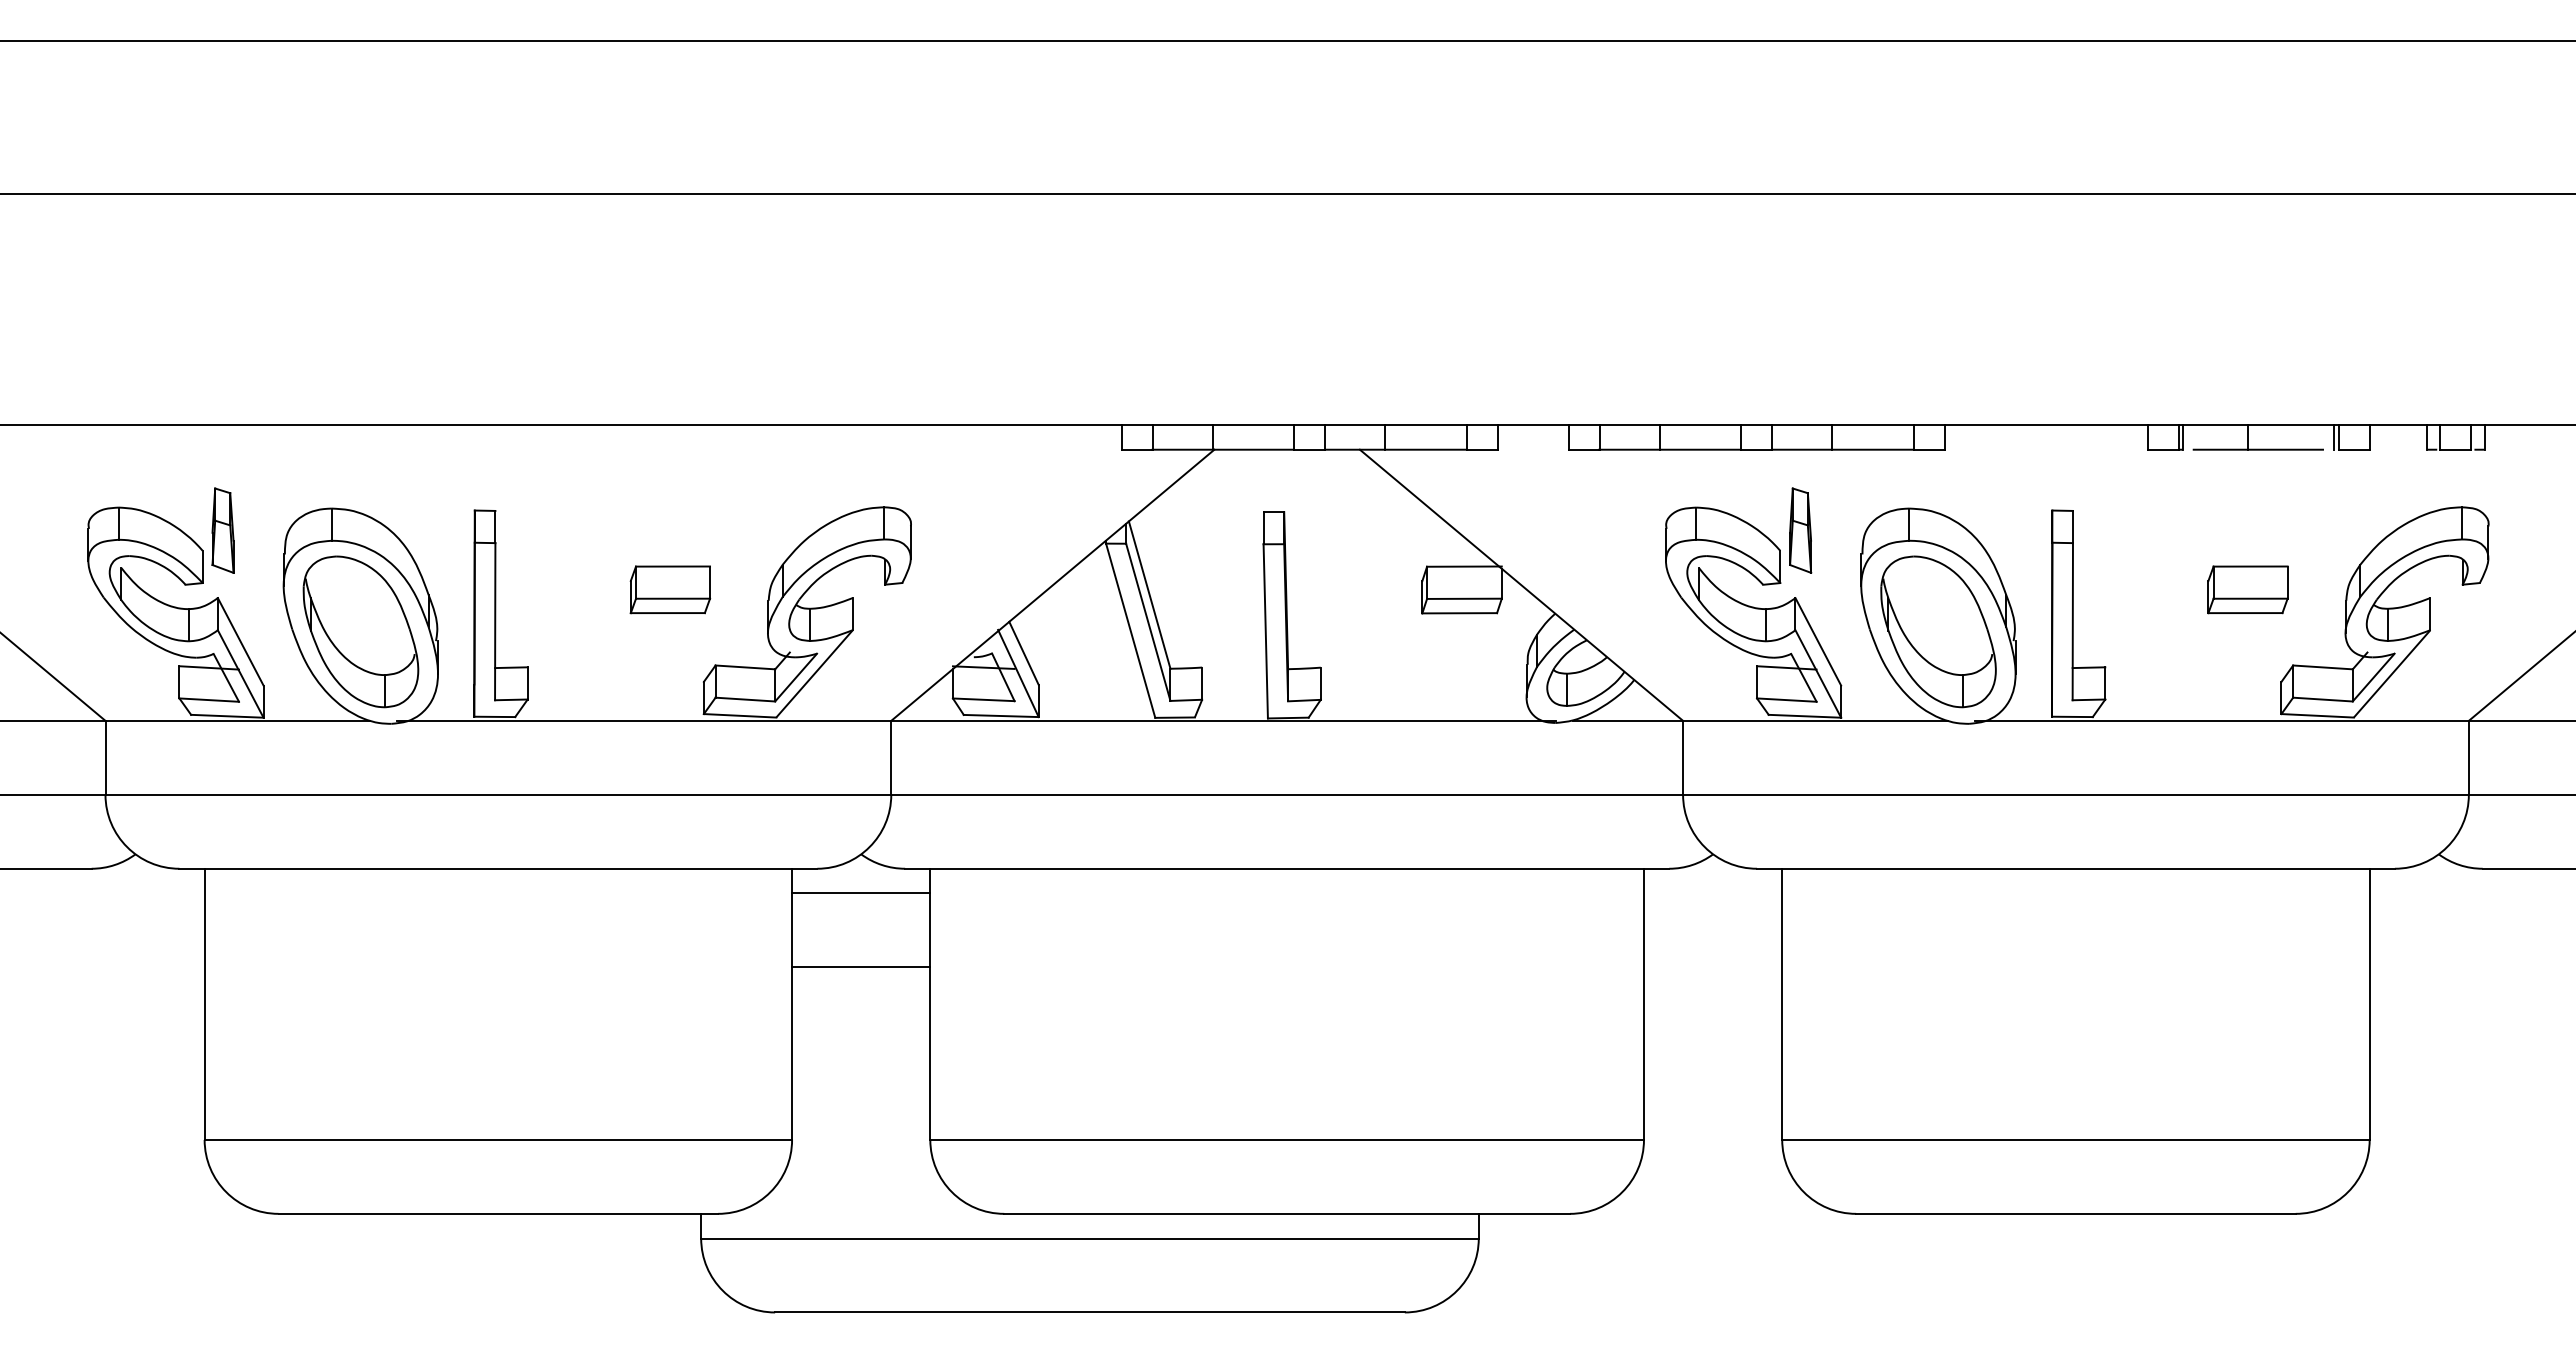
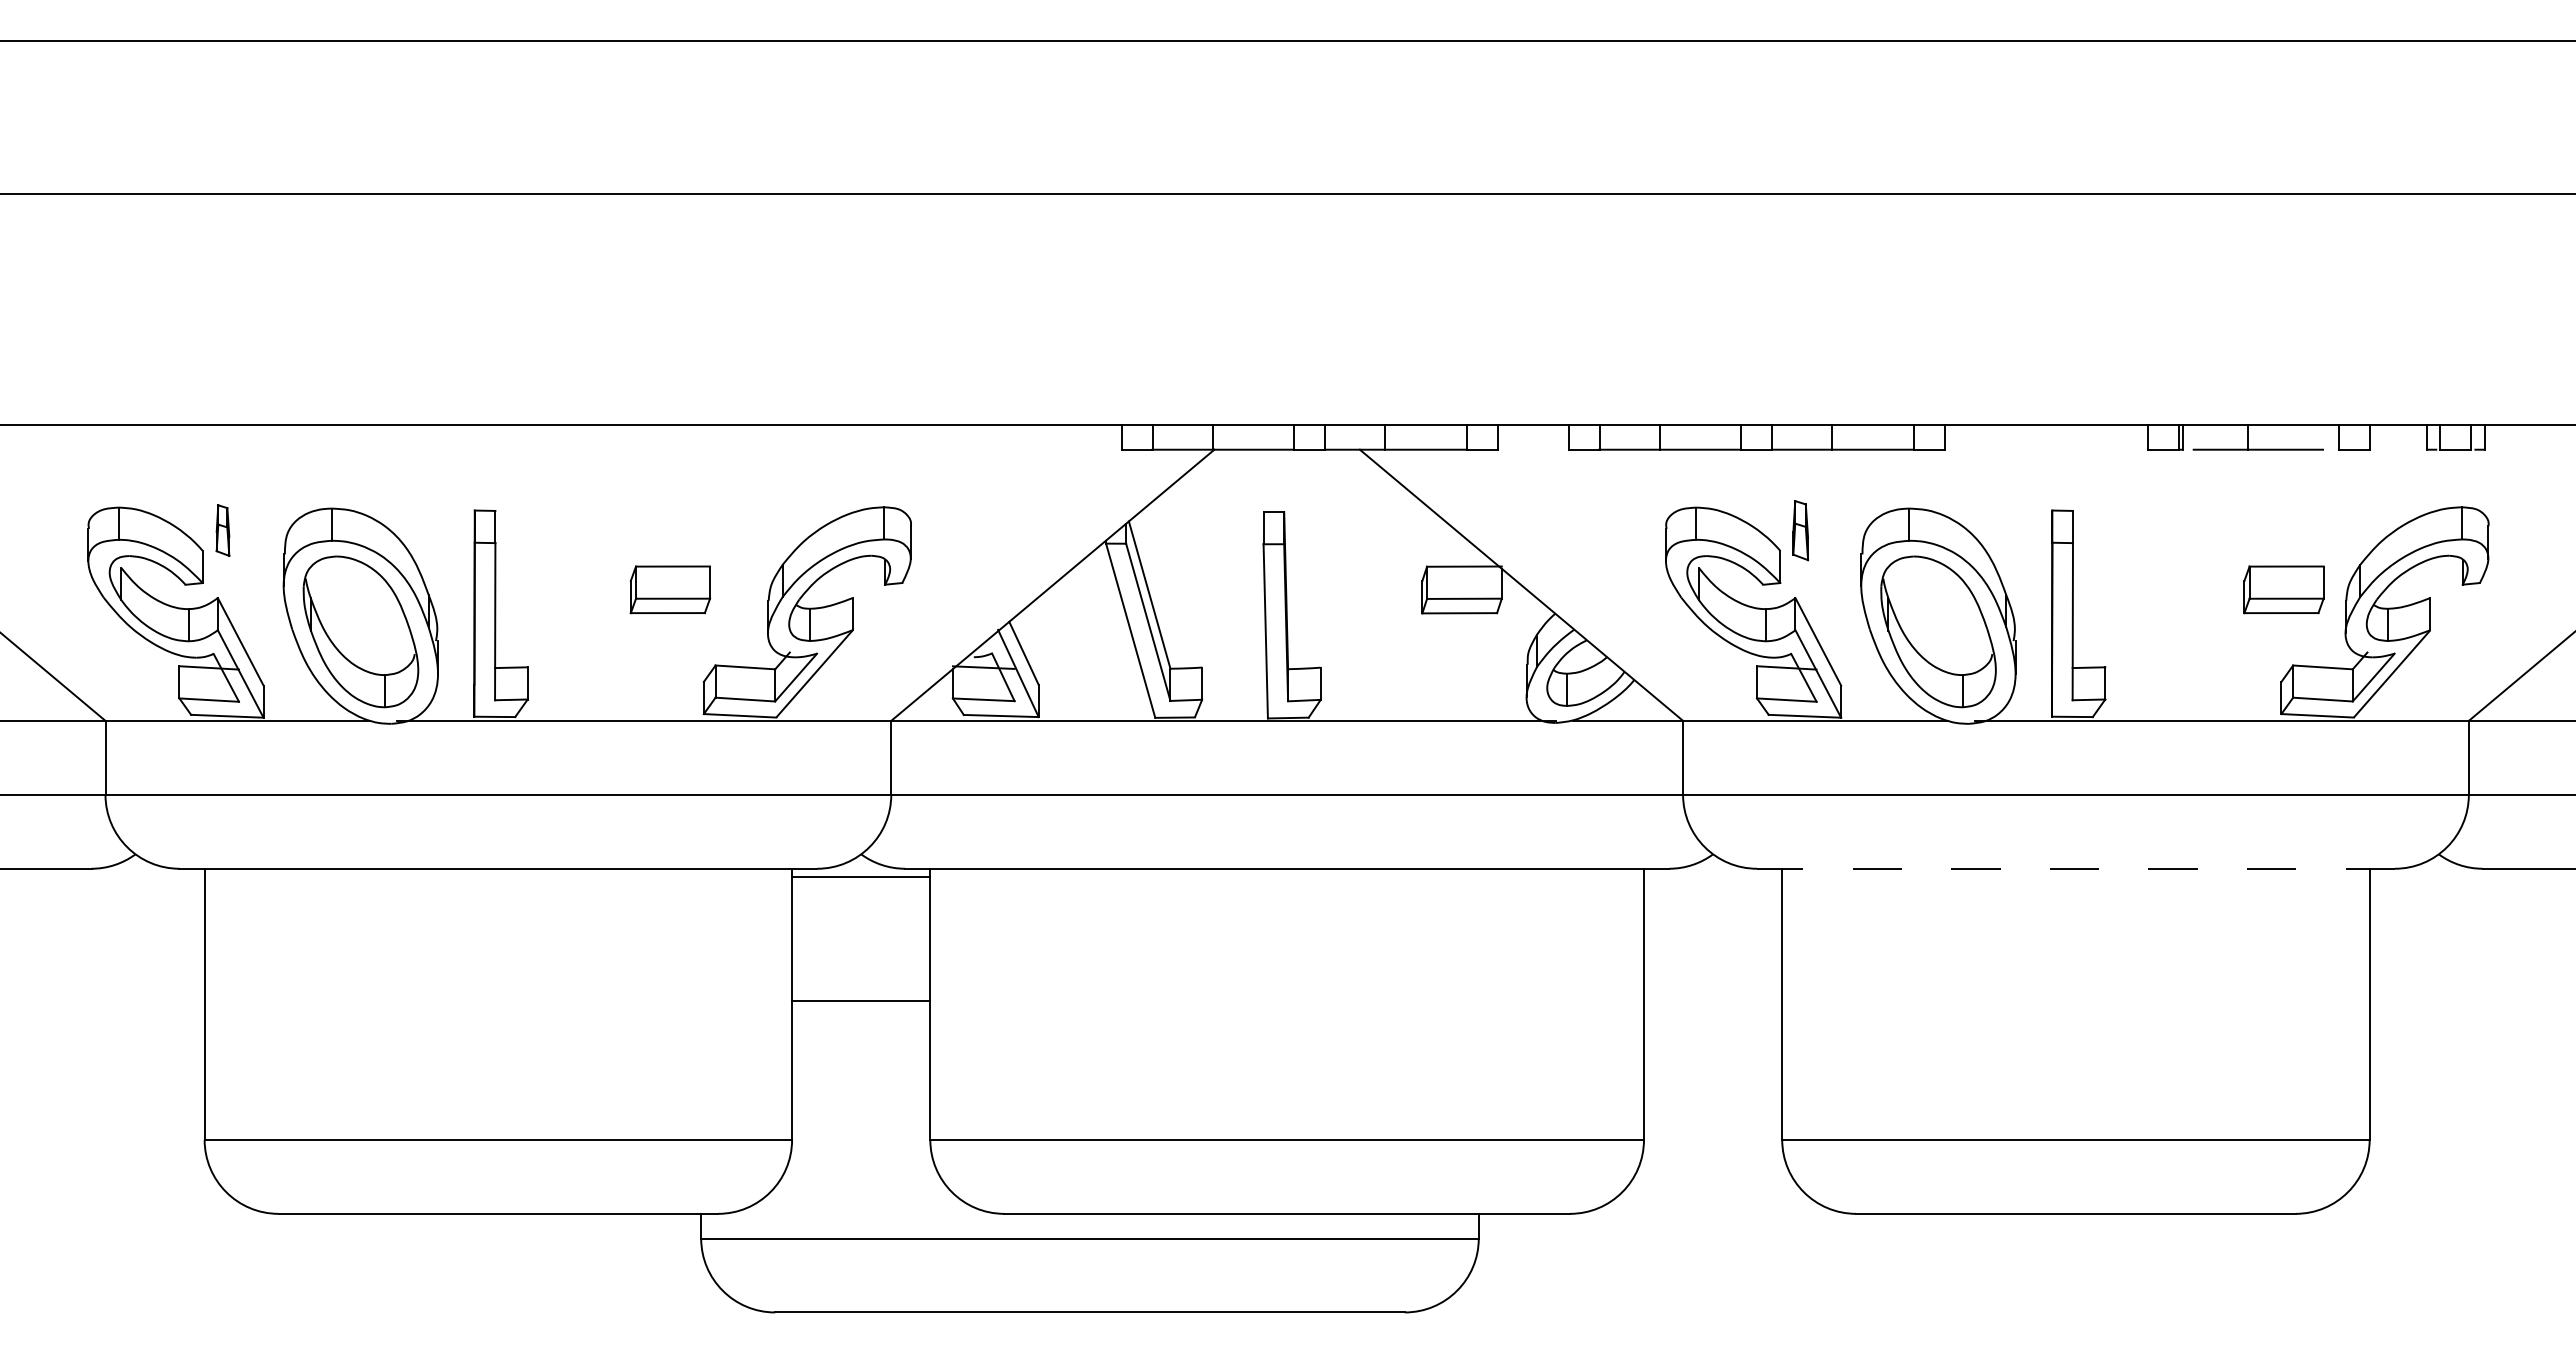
line at (2333, 437): present -> none
part at (222, 530) size: 24x87 px -> 16x53 px
part at (1800, 530) size: 24x87 px -> 18x62 px
part at (2247, 589) position: (2247, 589) -> (2283, 589)
line at (2075, 868): solid -> dashed
line at (861, 893) position: (861, 893) -> (861, 877)
line at (861, 967) position: (861, 967) -> (861, 1001)
